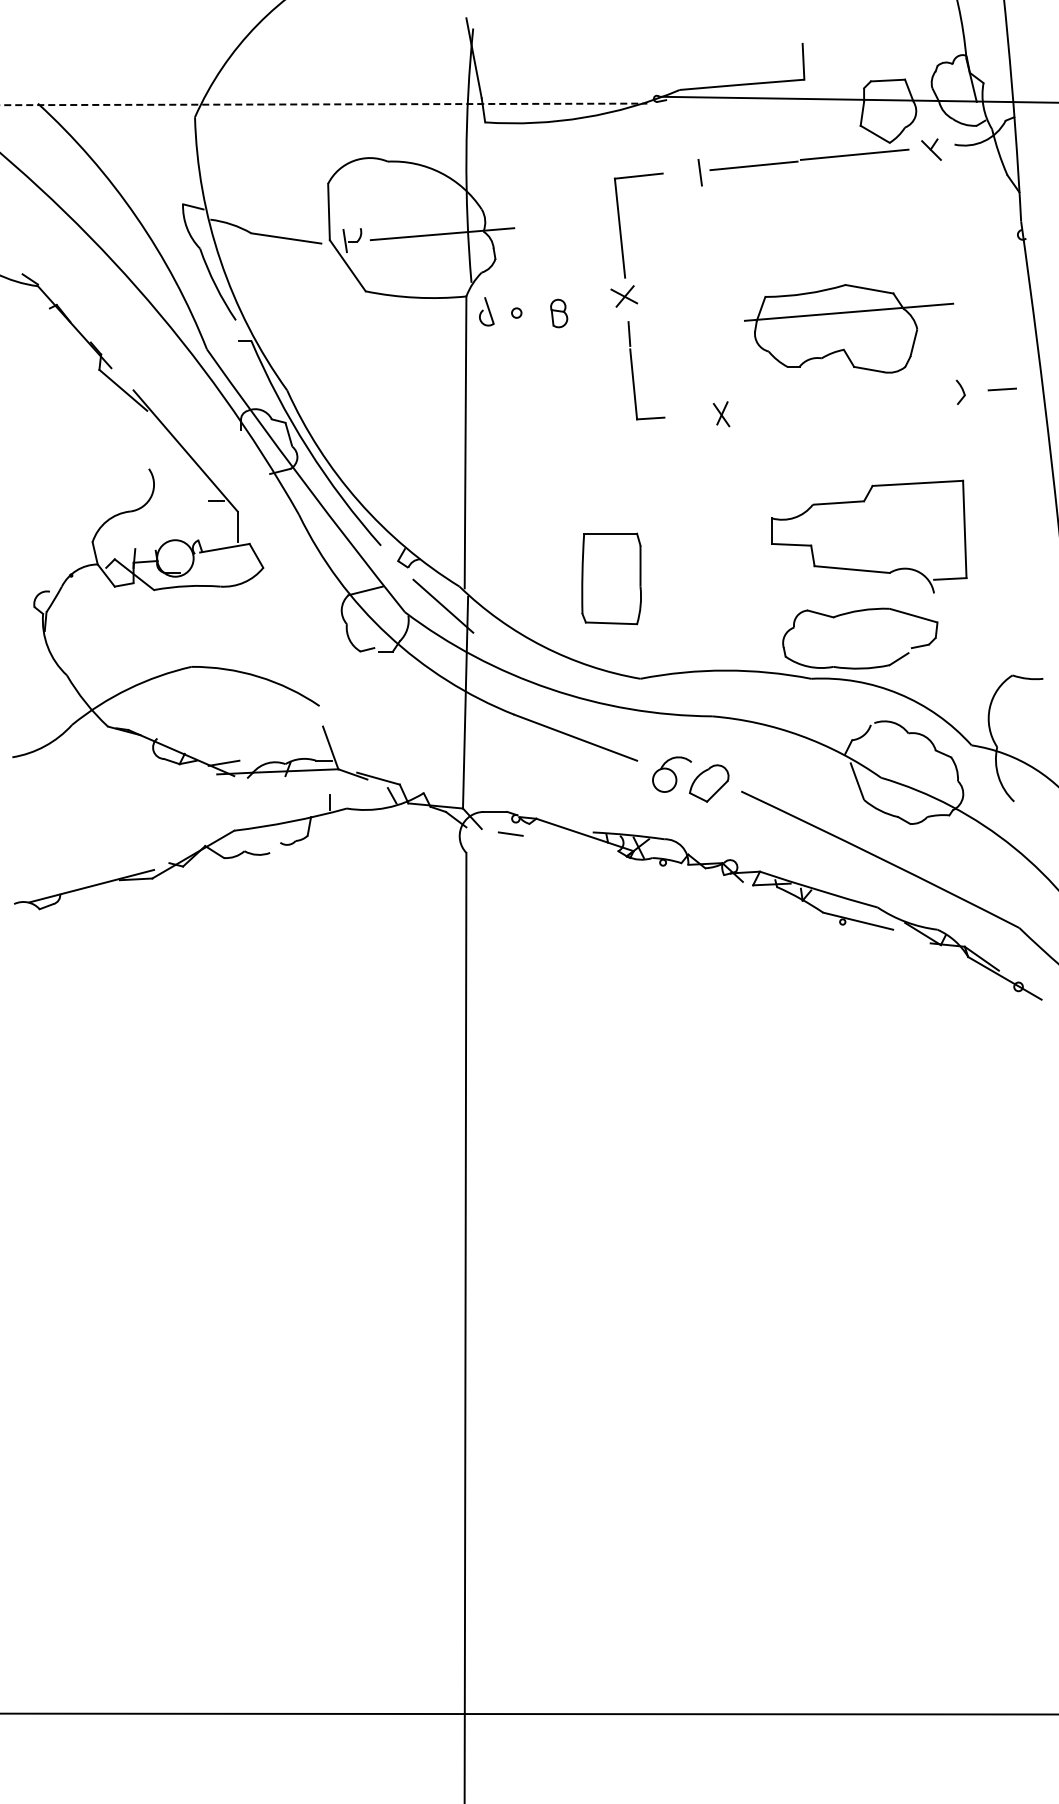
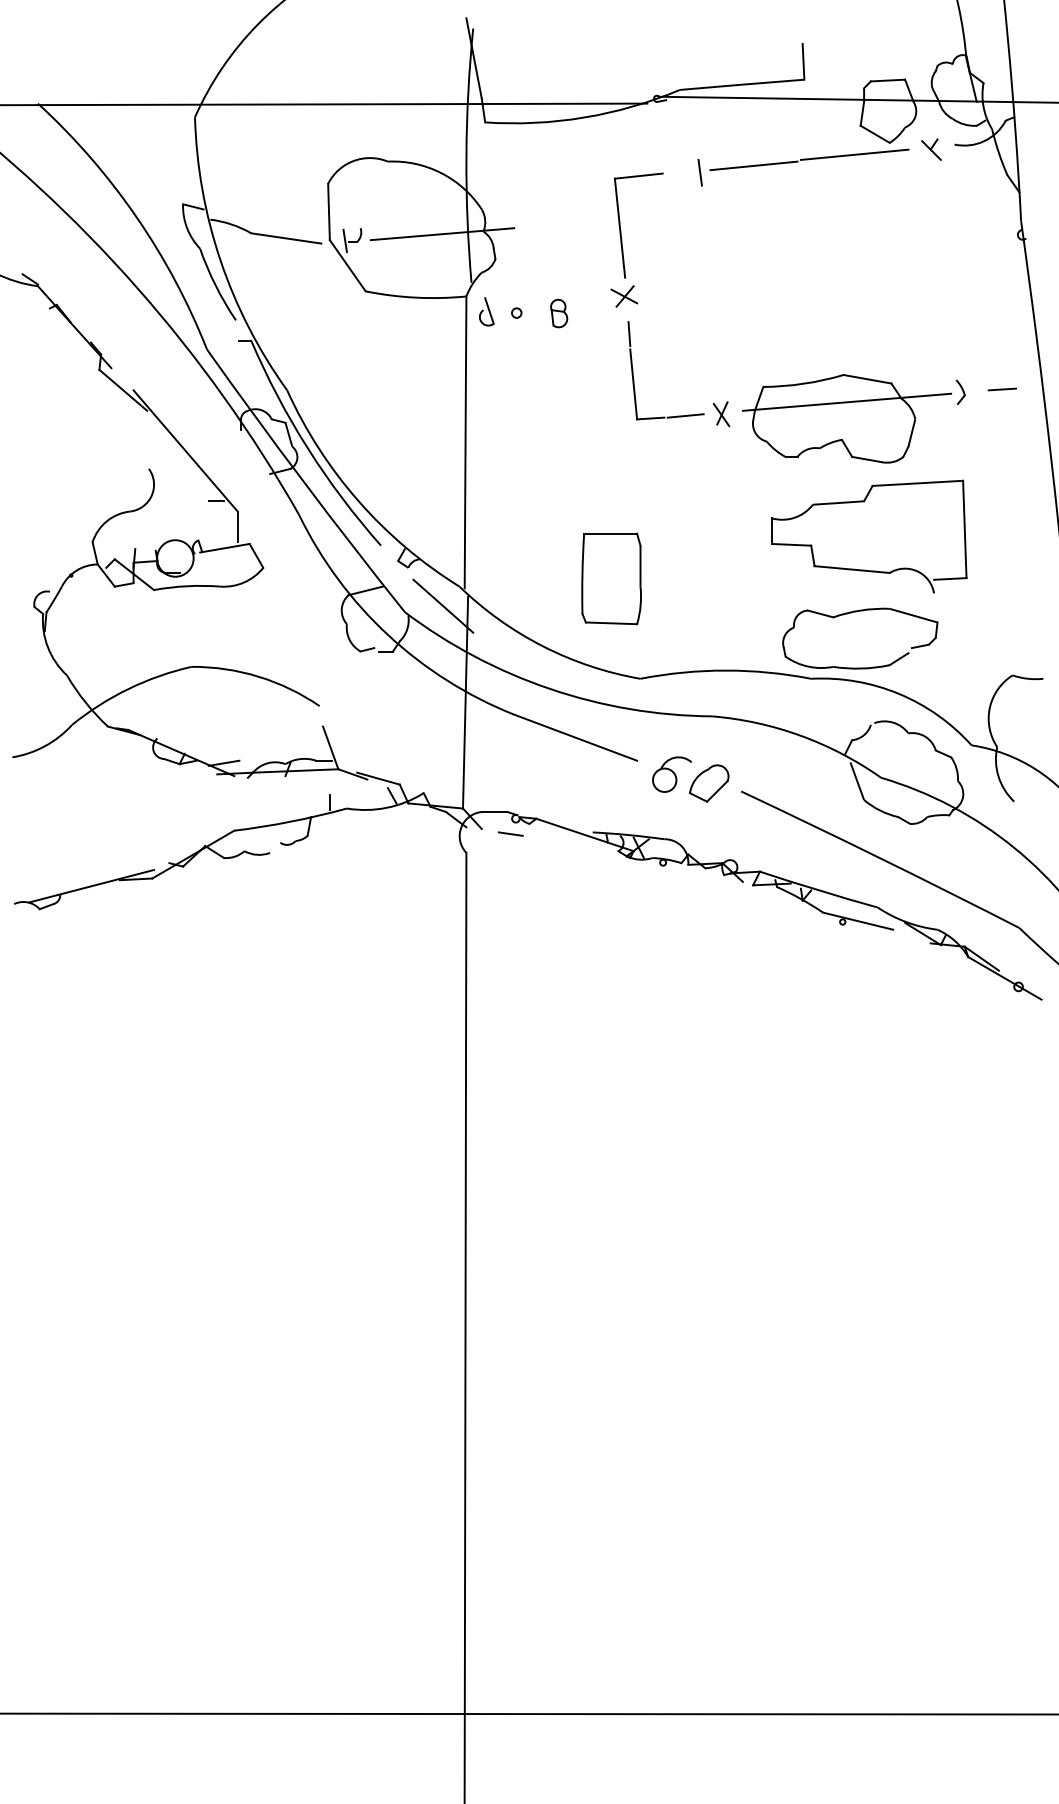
line at (323, 104): dashed -> solid
part at (848, 328) position: (848, 328) -> (846, 418)
line at (685, 415): none -> present
